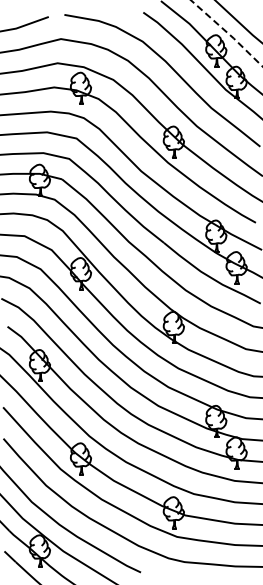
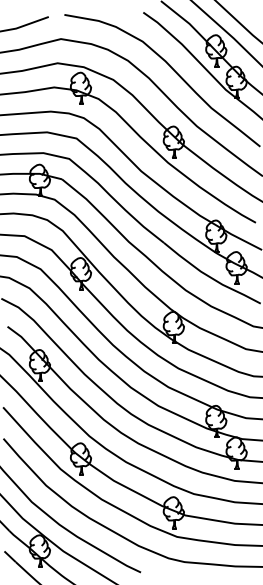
line at (227, 33): dashed -> solid
